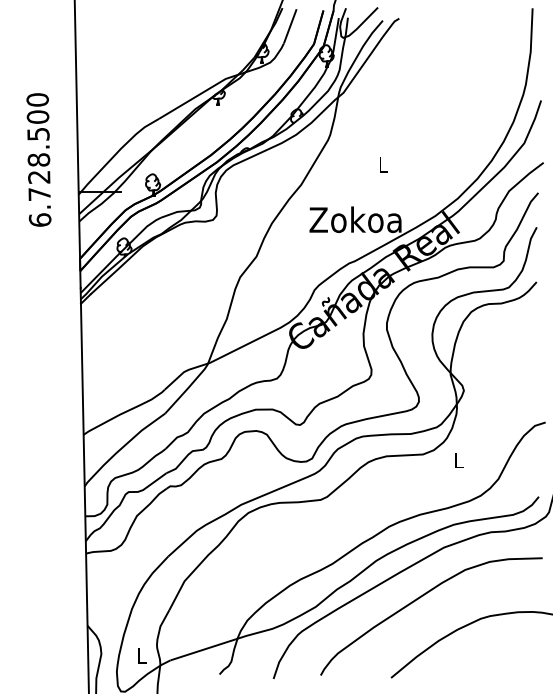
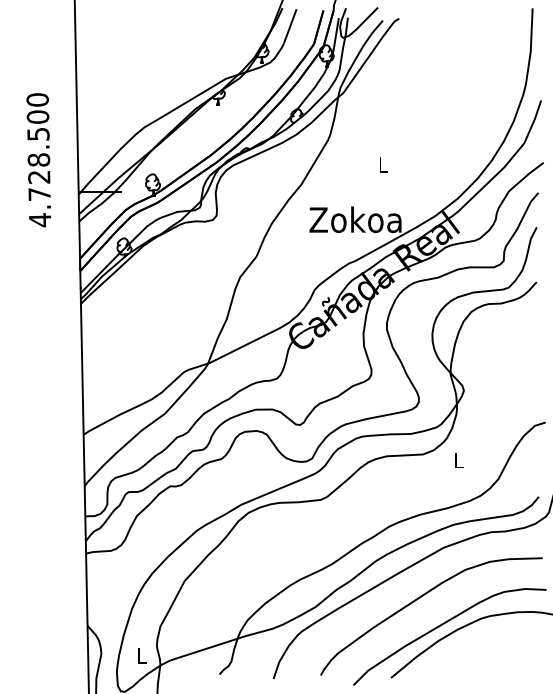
text at (39, 220): 6.728.500 -> 4.728.500
curve at (444, 624): none -> present
